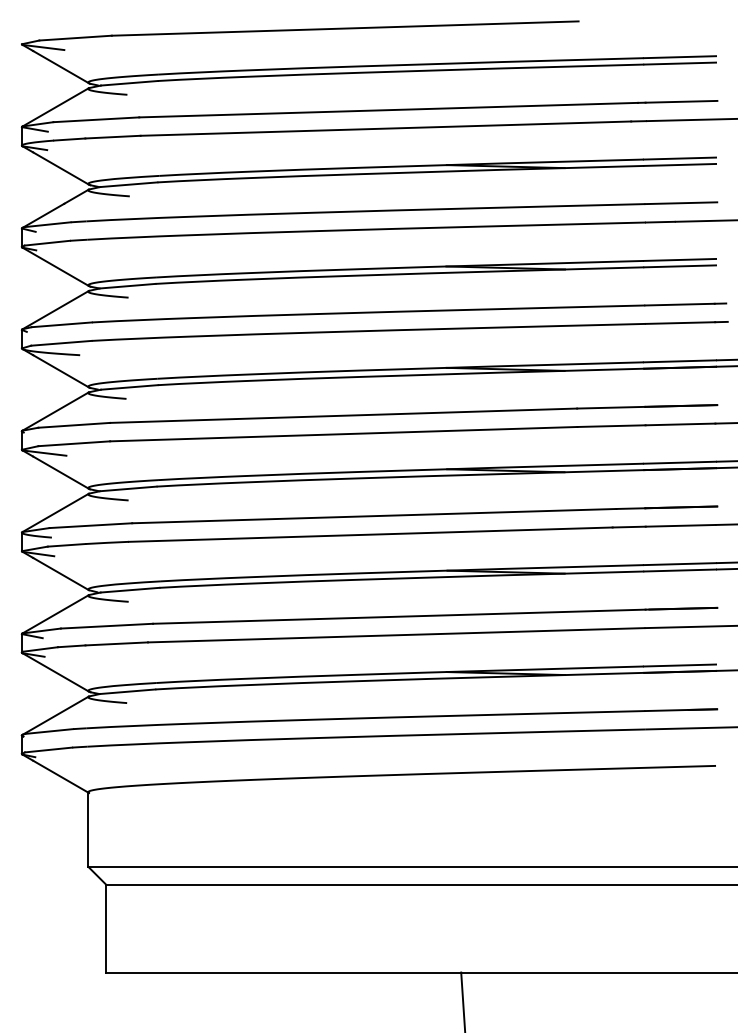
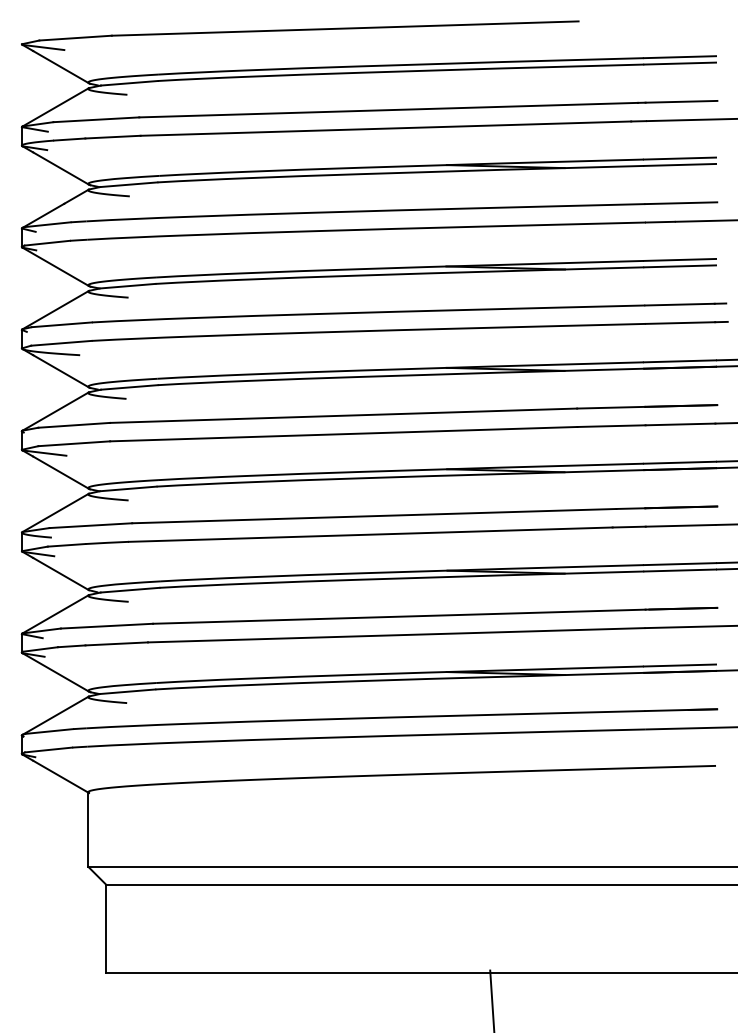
line at (462, 1000) position: (462, 1000) -> (492, 999)
